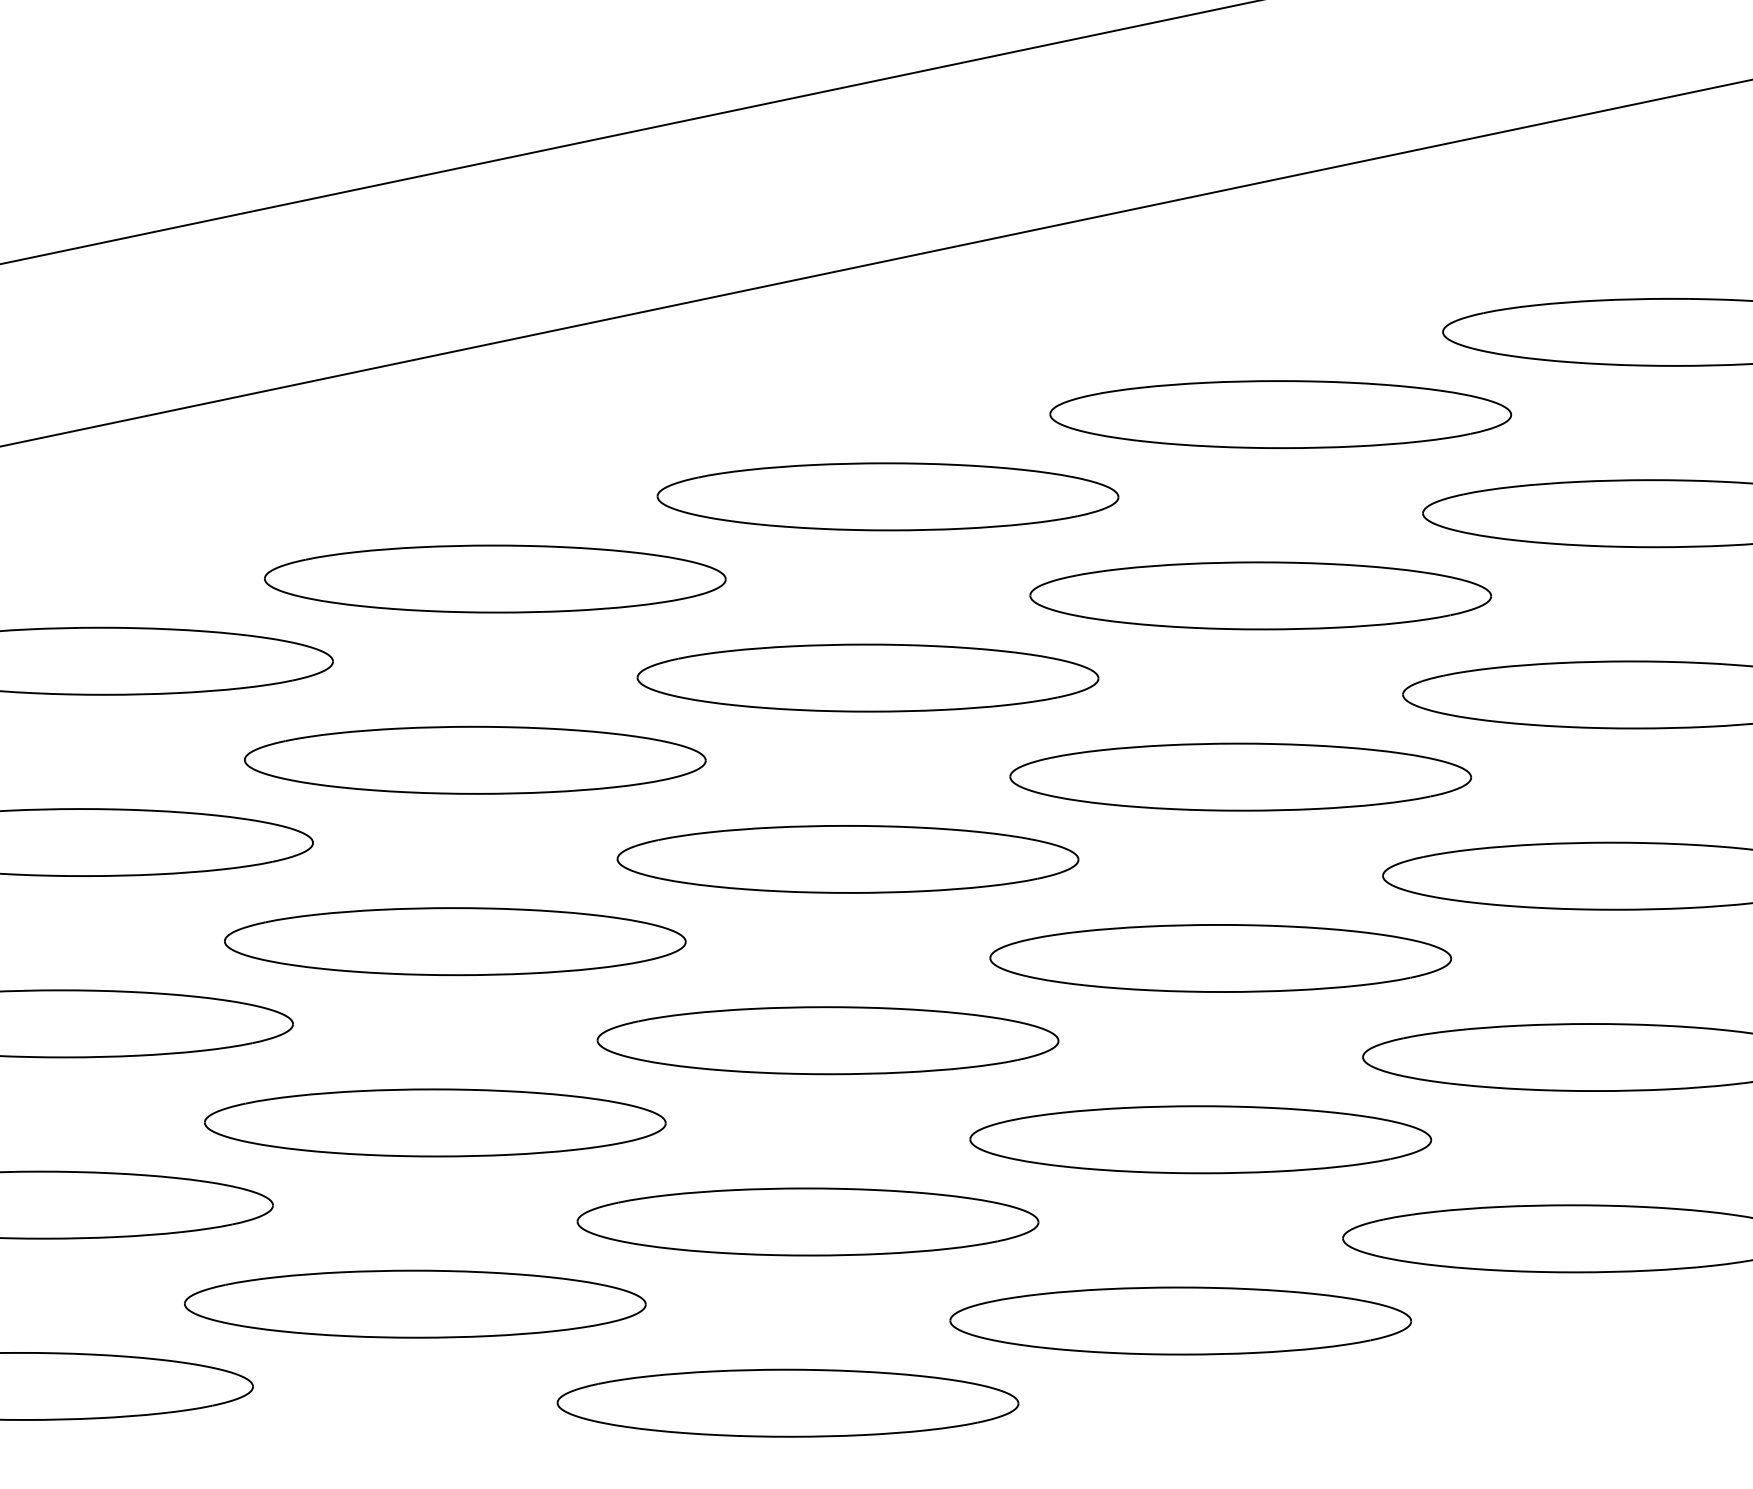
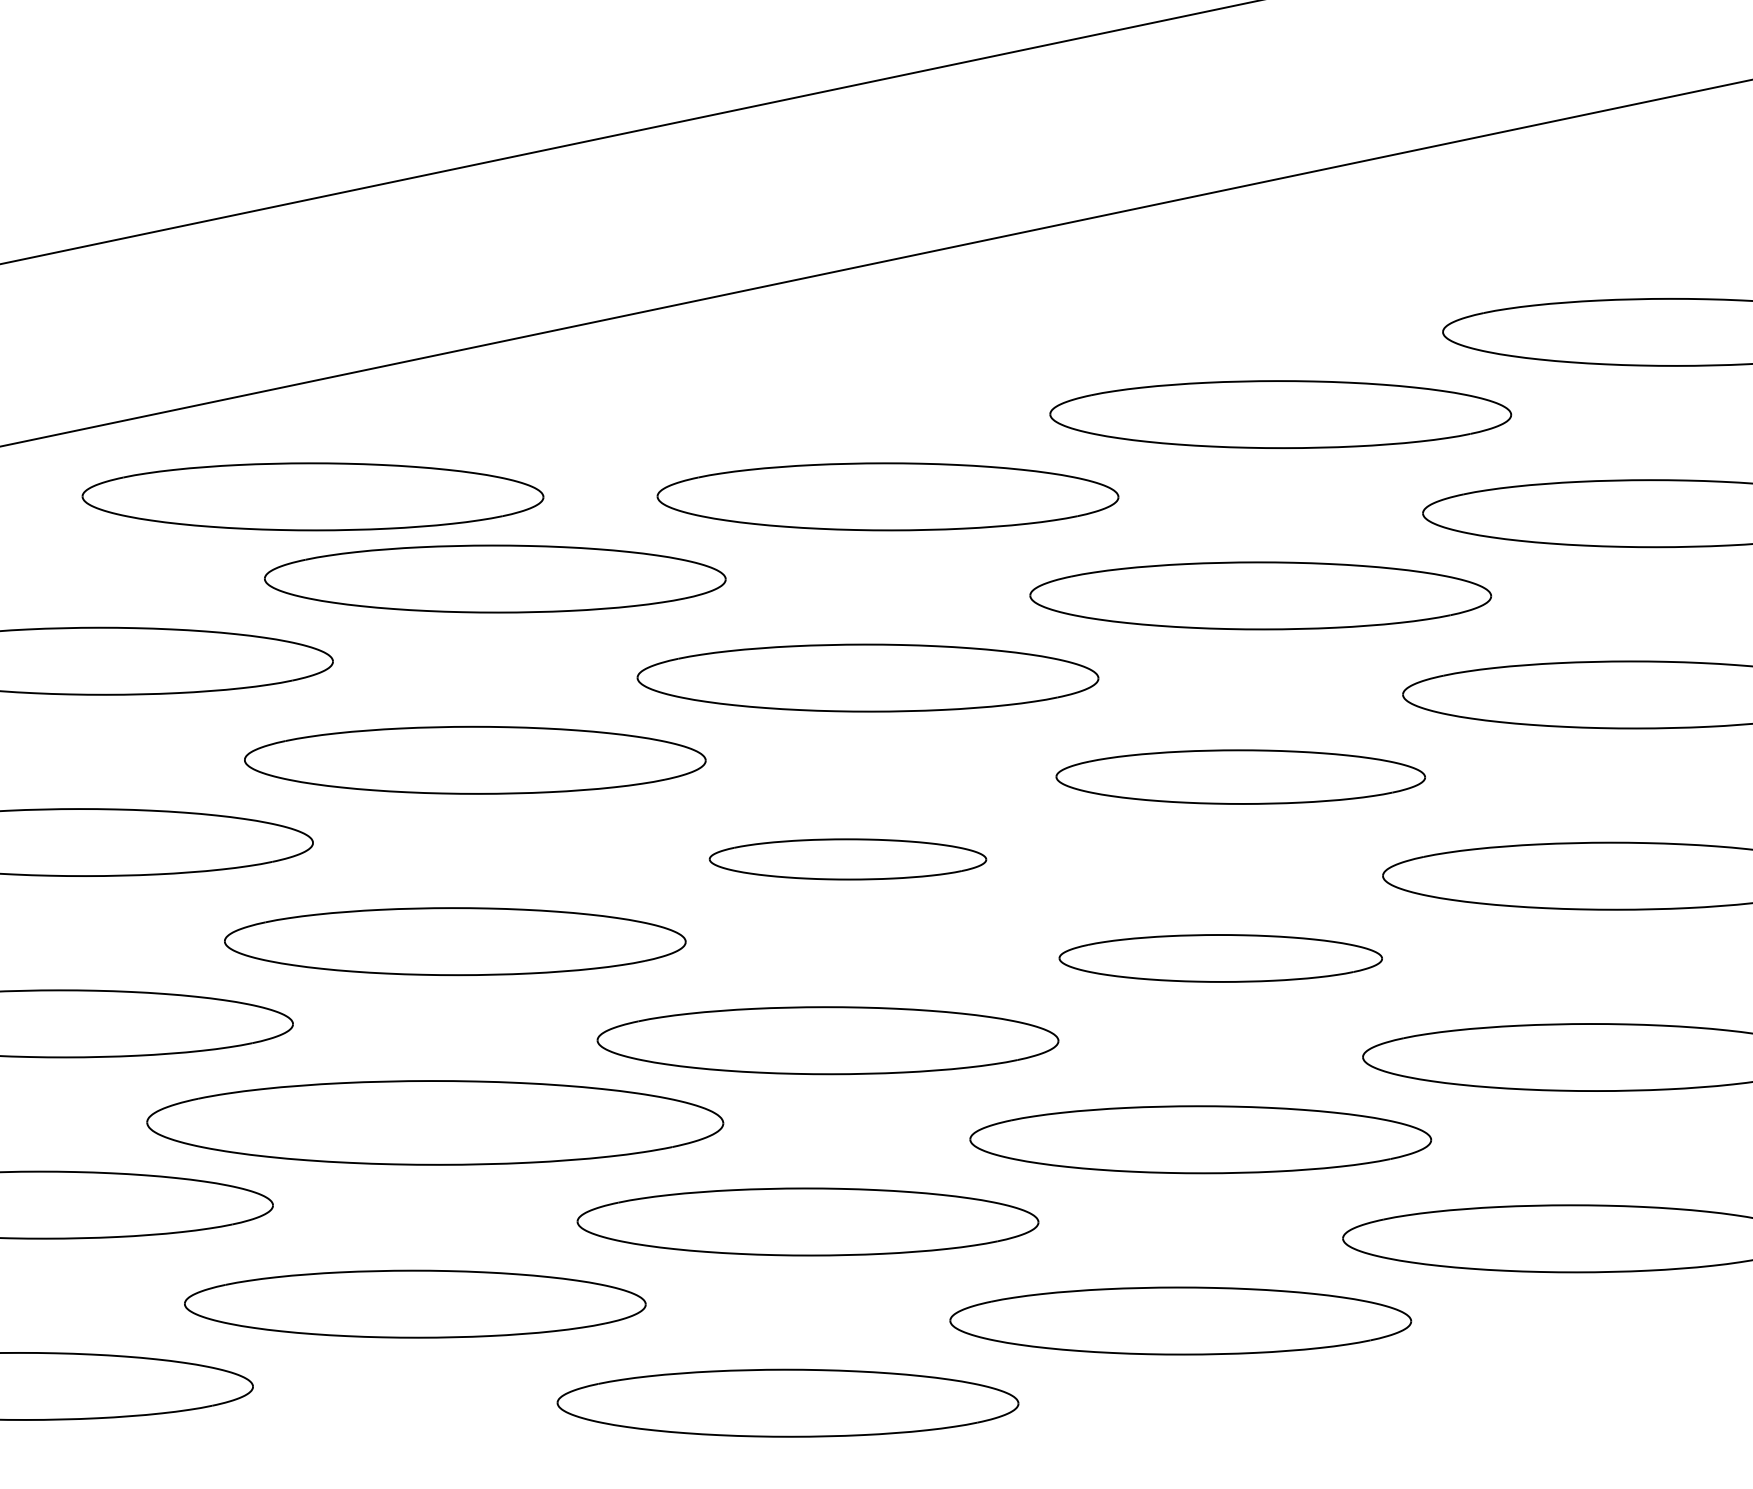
part at (312, 496): none -> present
part at (1240, 776) size: 464x70 px -> 371x56 px
part at (847, 859) size: 464x69 px -> 280x43 px
part at (1220, 958) size: 464x69 px -> 325x49 px
part at (435, 1122) size: 463x70 px -> 579x86 px
